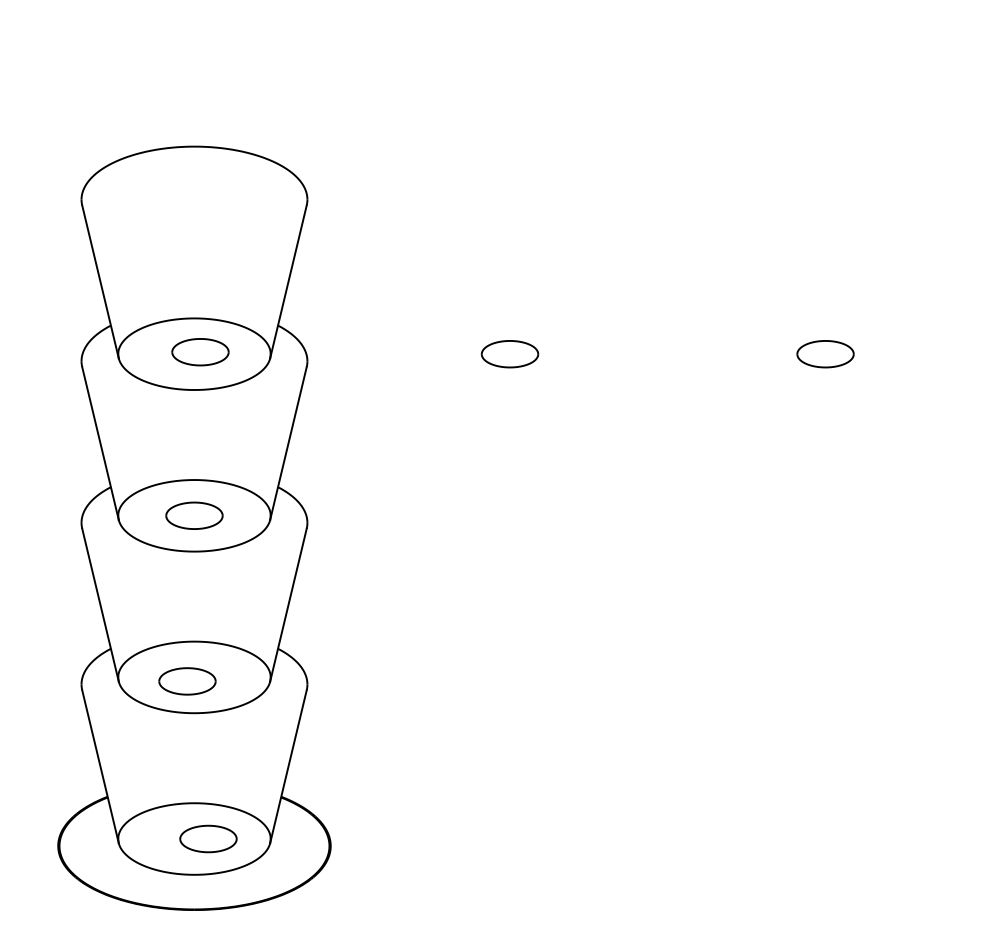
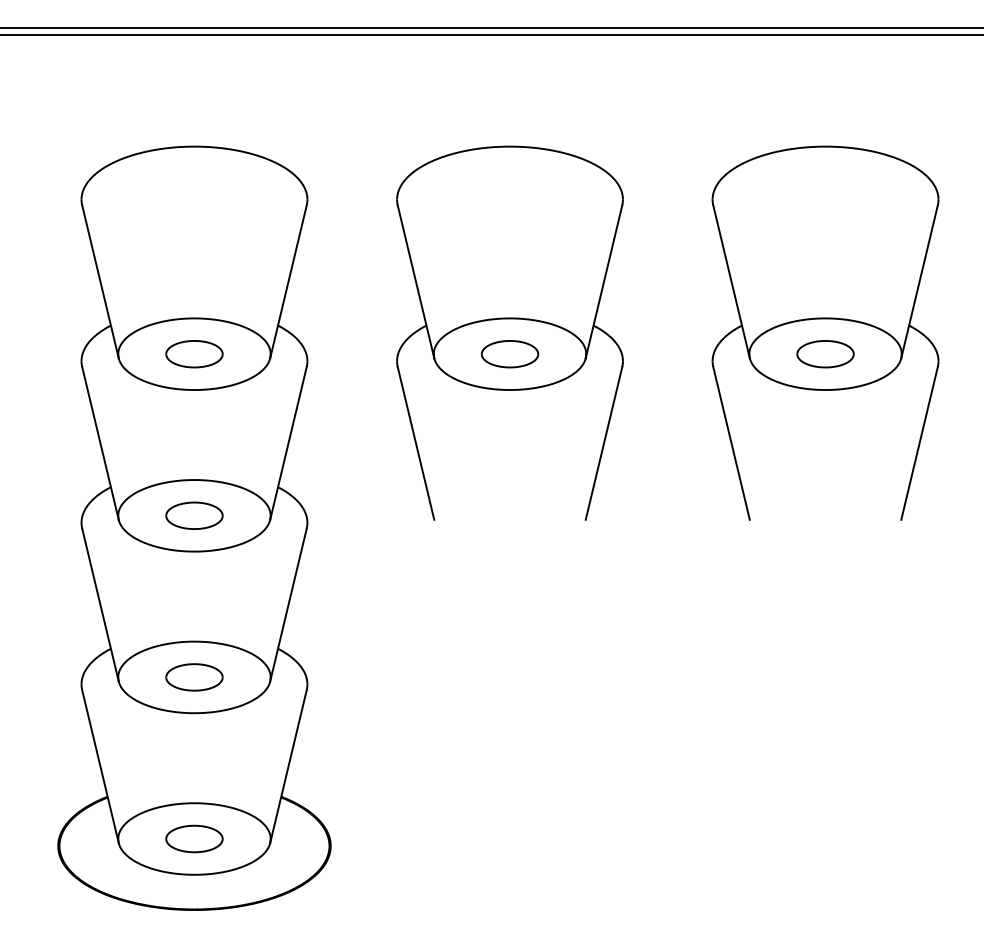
line at (491, 27): none -> present
line at (491, 34): none -> present
part at (509, 332): none -> present
part at (825, 332): none -> present
part at (200, 352) position: (200, 352) -> (194, 354)
part at (187, 681) position: (187, 681) -> (194, 677)
part at (208, 838) position: (208, 838) -> (194, 838)
